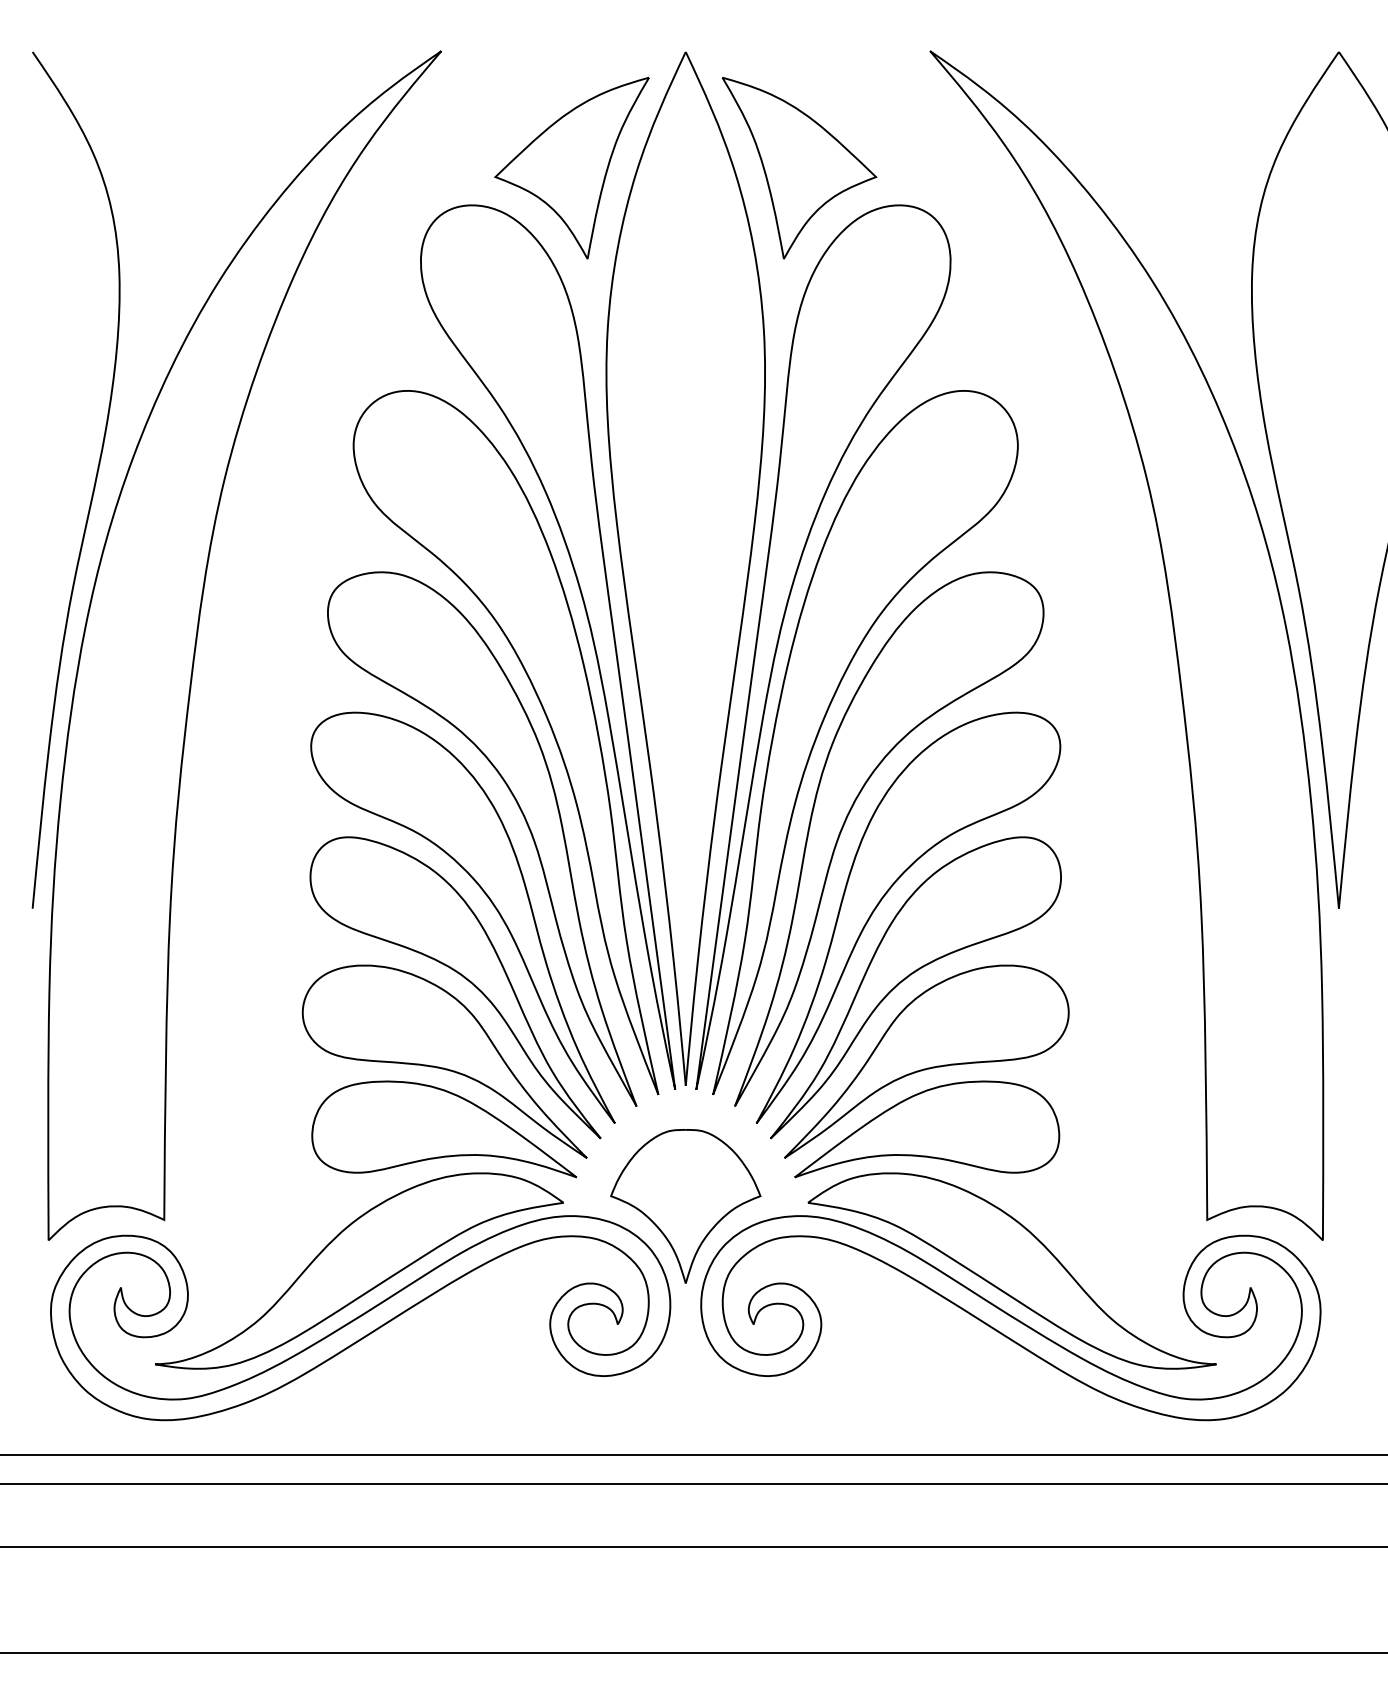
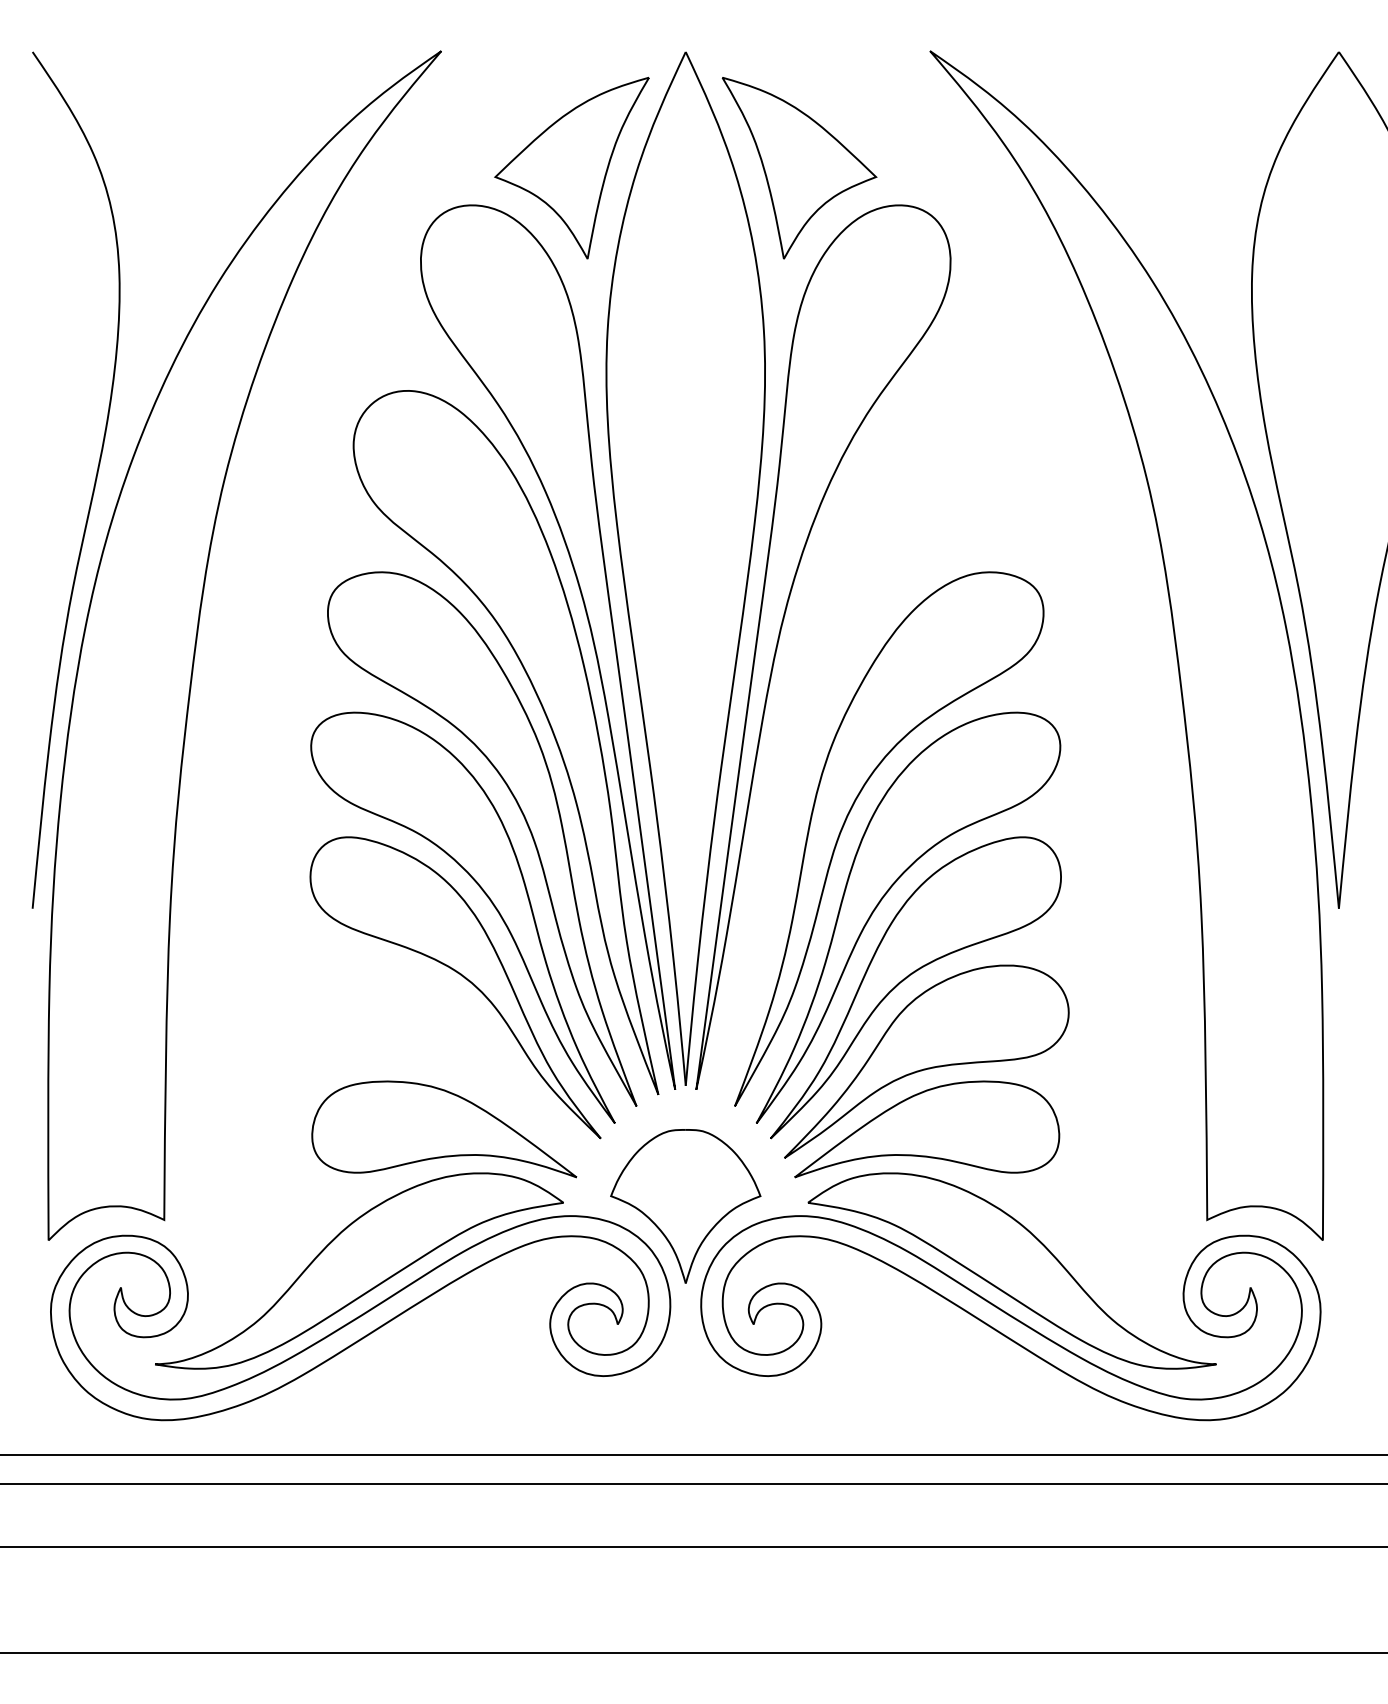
part at (822, 725): present -> none
part at (444, 1061): present -> none
